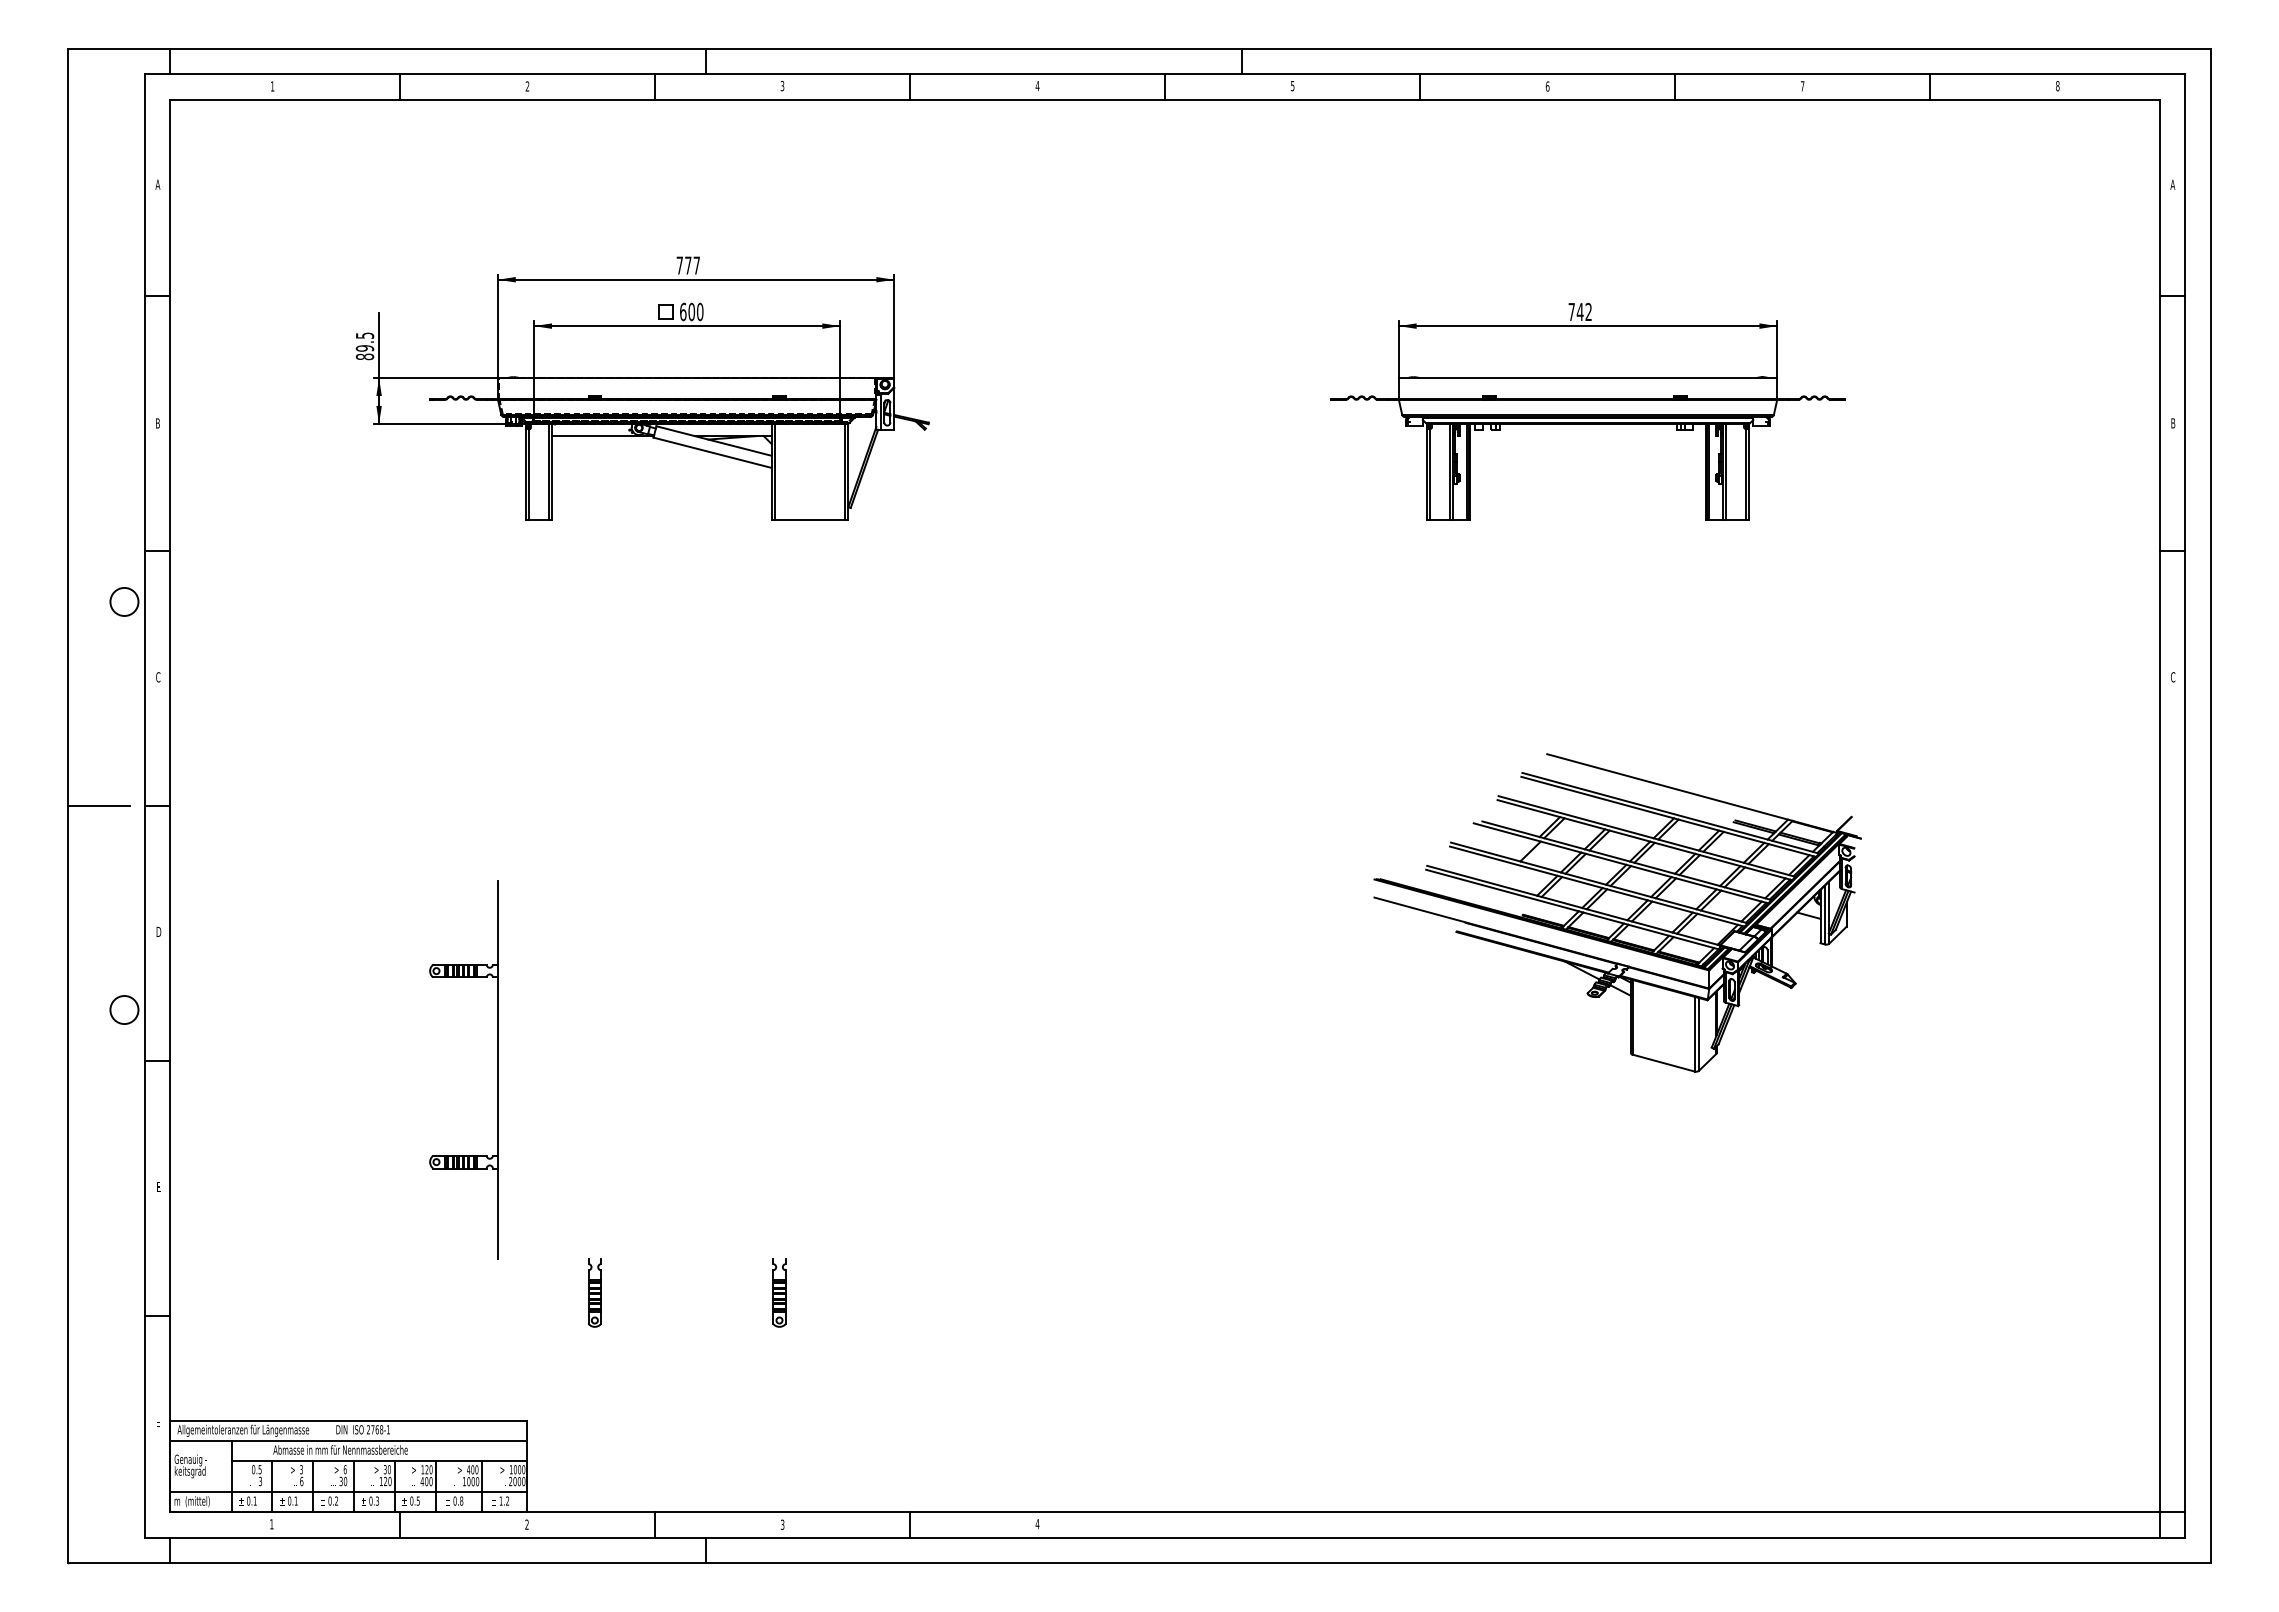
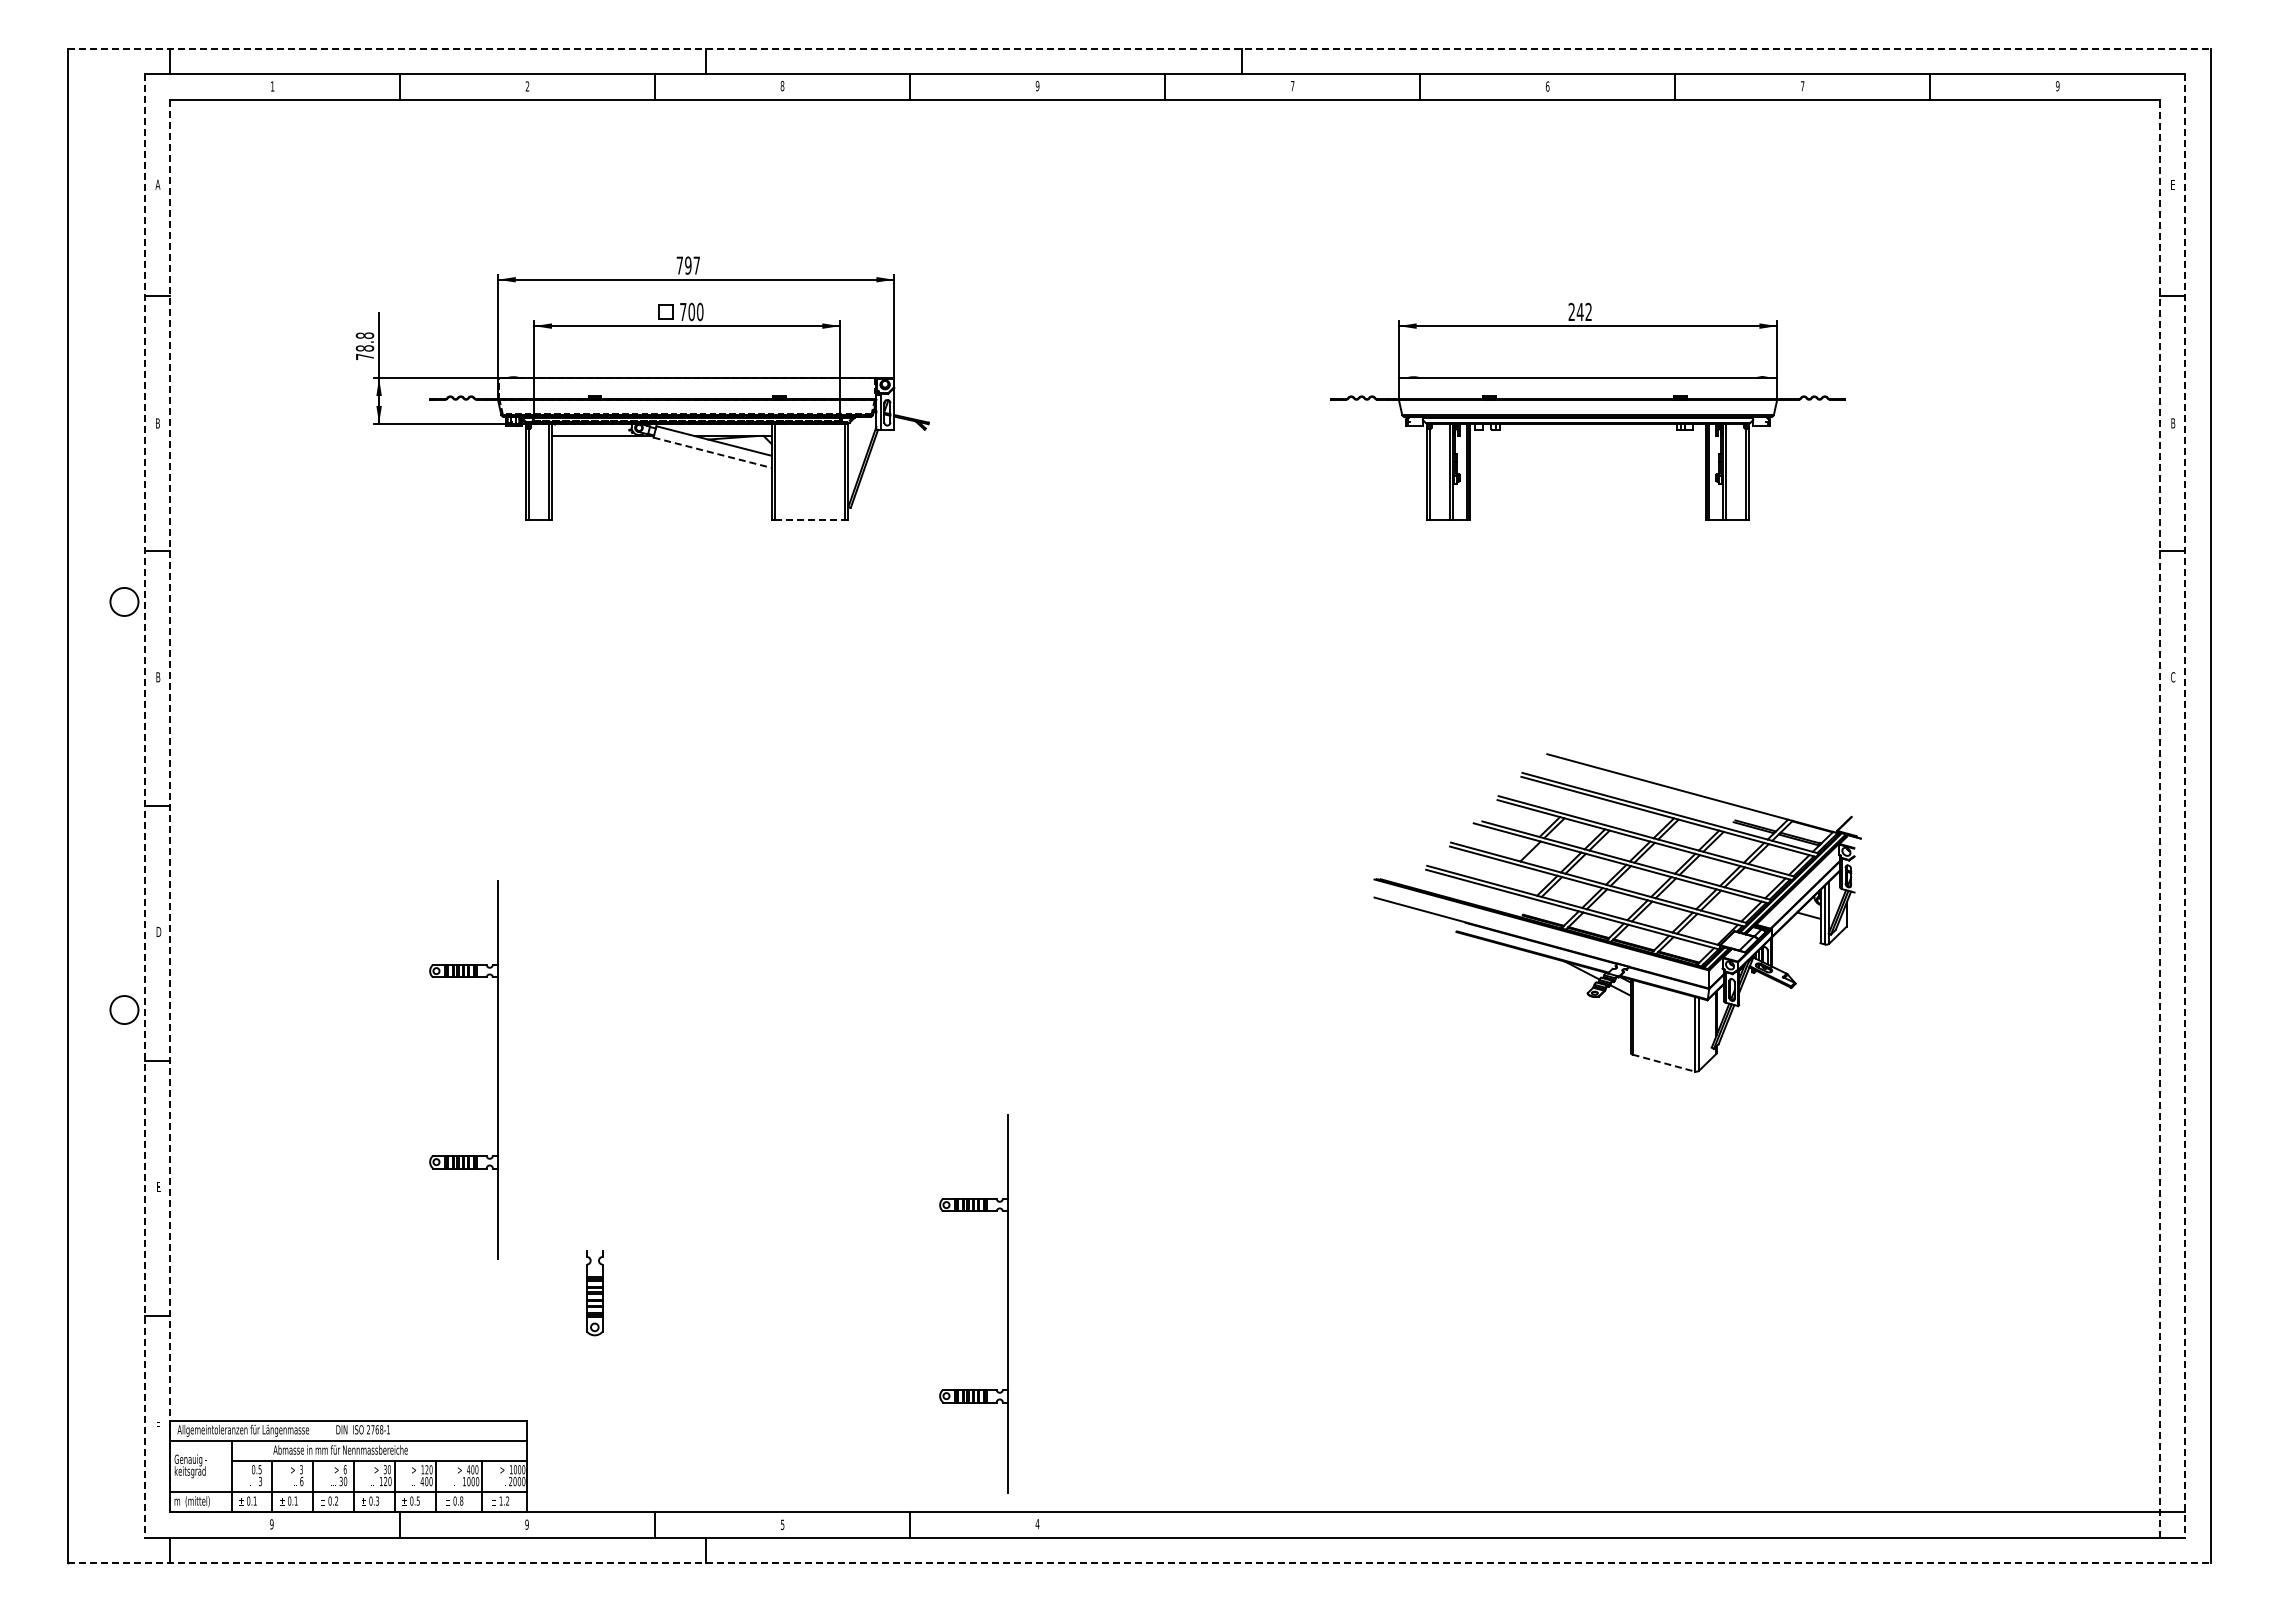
line at (1139, 48): solid -> dashed
text at (1037, 85): 4 -> 9
text at (782, 86): 3 -> 8
text at (1292, 86): 5 -> 7
text at (2057, 86): 8 -> 9
text at (2172, 184): A -> E
text at (688, 265): 777 -> 797
text at (683, 311): 600 -> 700
text at (1571, 311): 742 -> 242
text at (364, 346): 89.5 -> 78.8
line at (713, 452): solid -> dashed
line at (810, 519): solid -> dashed
text at (158, 677): C -> B
line at (98, 806): present -> none
line at (144, 806): solid -> dashed
line at (170, 806): solid -> dashed
line at (2185, 806): solid -> dashed
line at (2159, 818): solid -> dashed
line at (1664, 1063): solid -> dashed
part at (594, 1292) size: 14x70 px -> 18x87 px
part at (779, 1292): present -> none
part at (1007, 1303): none -> present
text at (782, 1523): 3 -> 5
text at (271, 1524): 1 -> 9
text at (526, 1524): 2 -> 9
line at (1139, 1563): solid -> dashed
